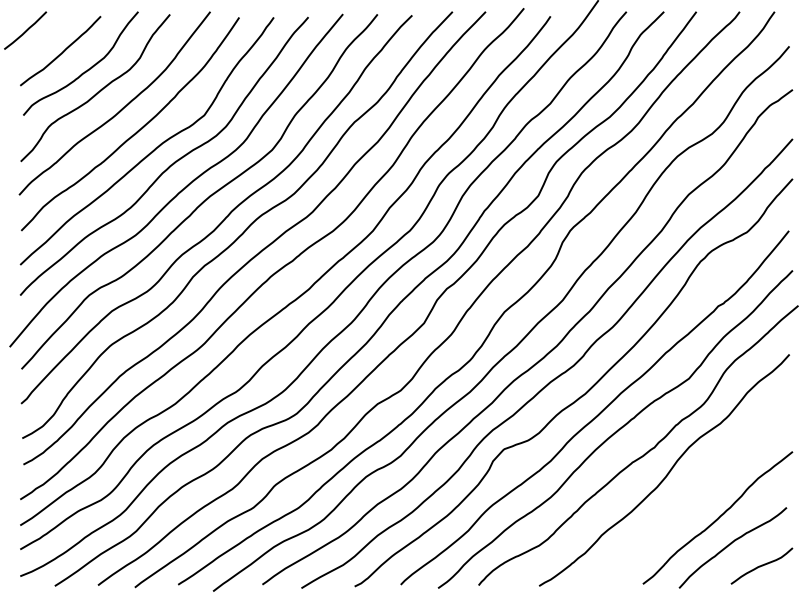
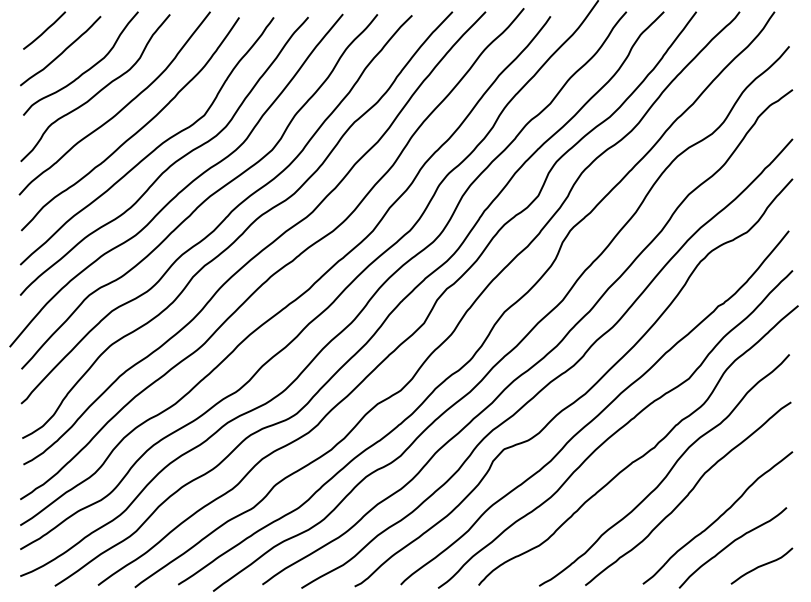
line at (25, 30) position: (25, 30) -> (44, 30)
curve at (688, 493): none -> present
